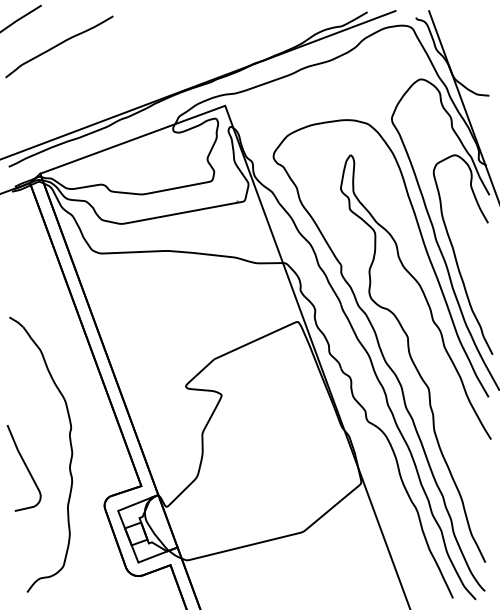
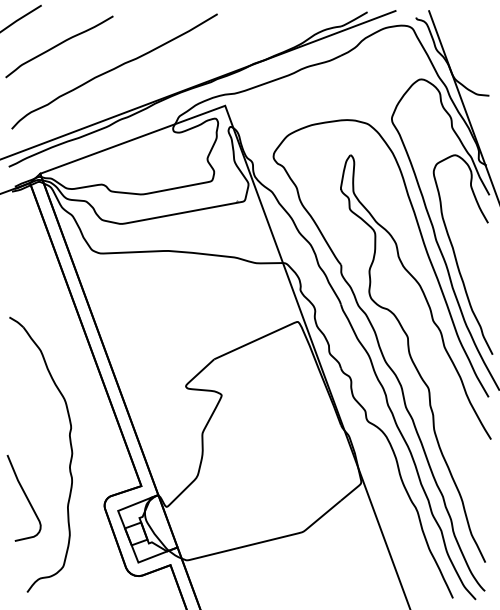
curve at (113, 70): none -> present
curve at (25, 467) position: (25, 467) -> (25, 497)
